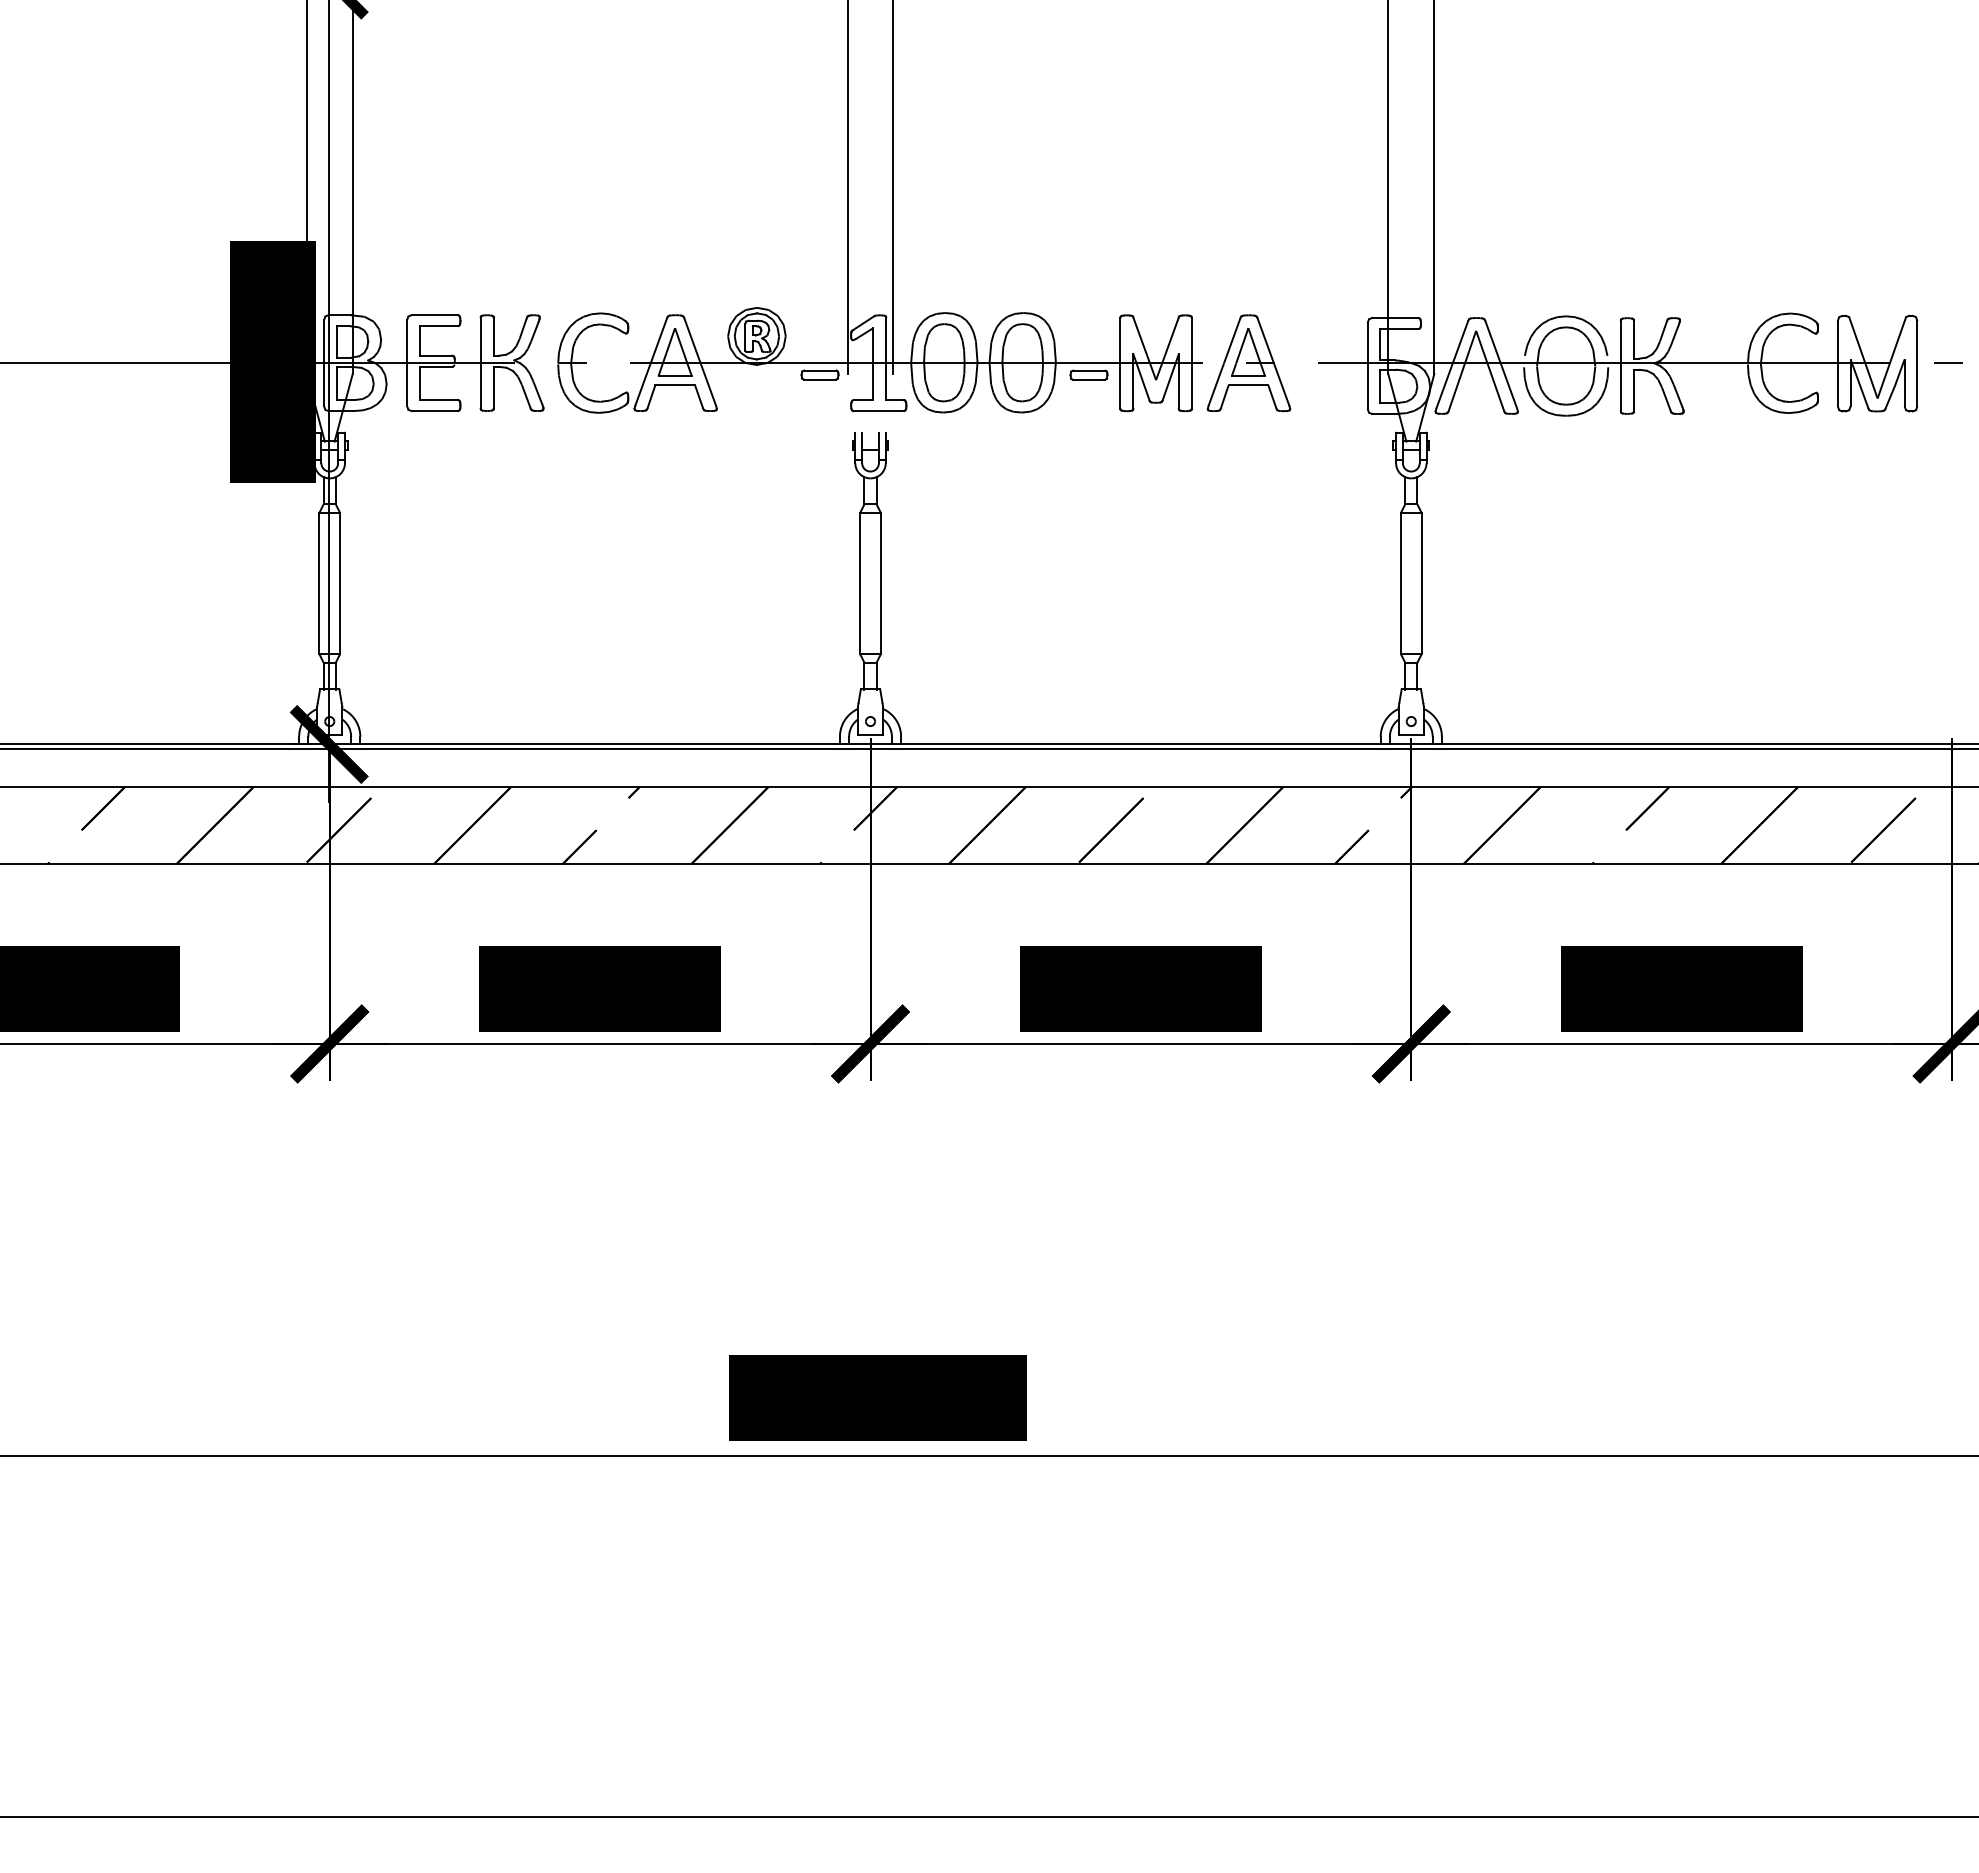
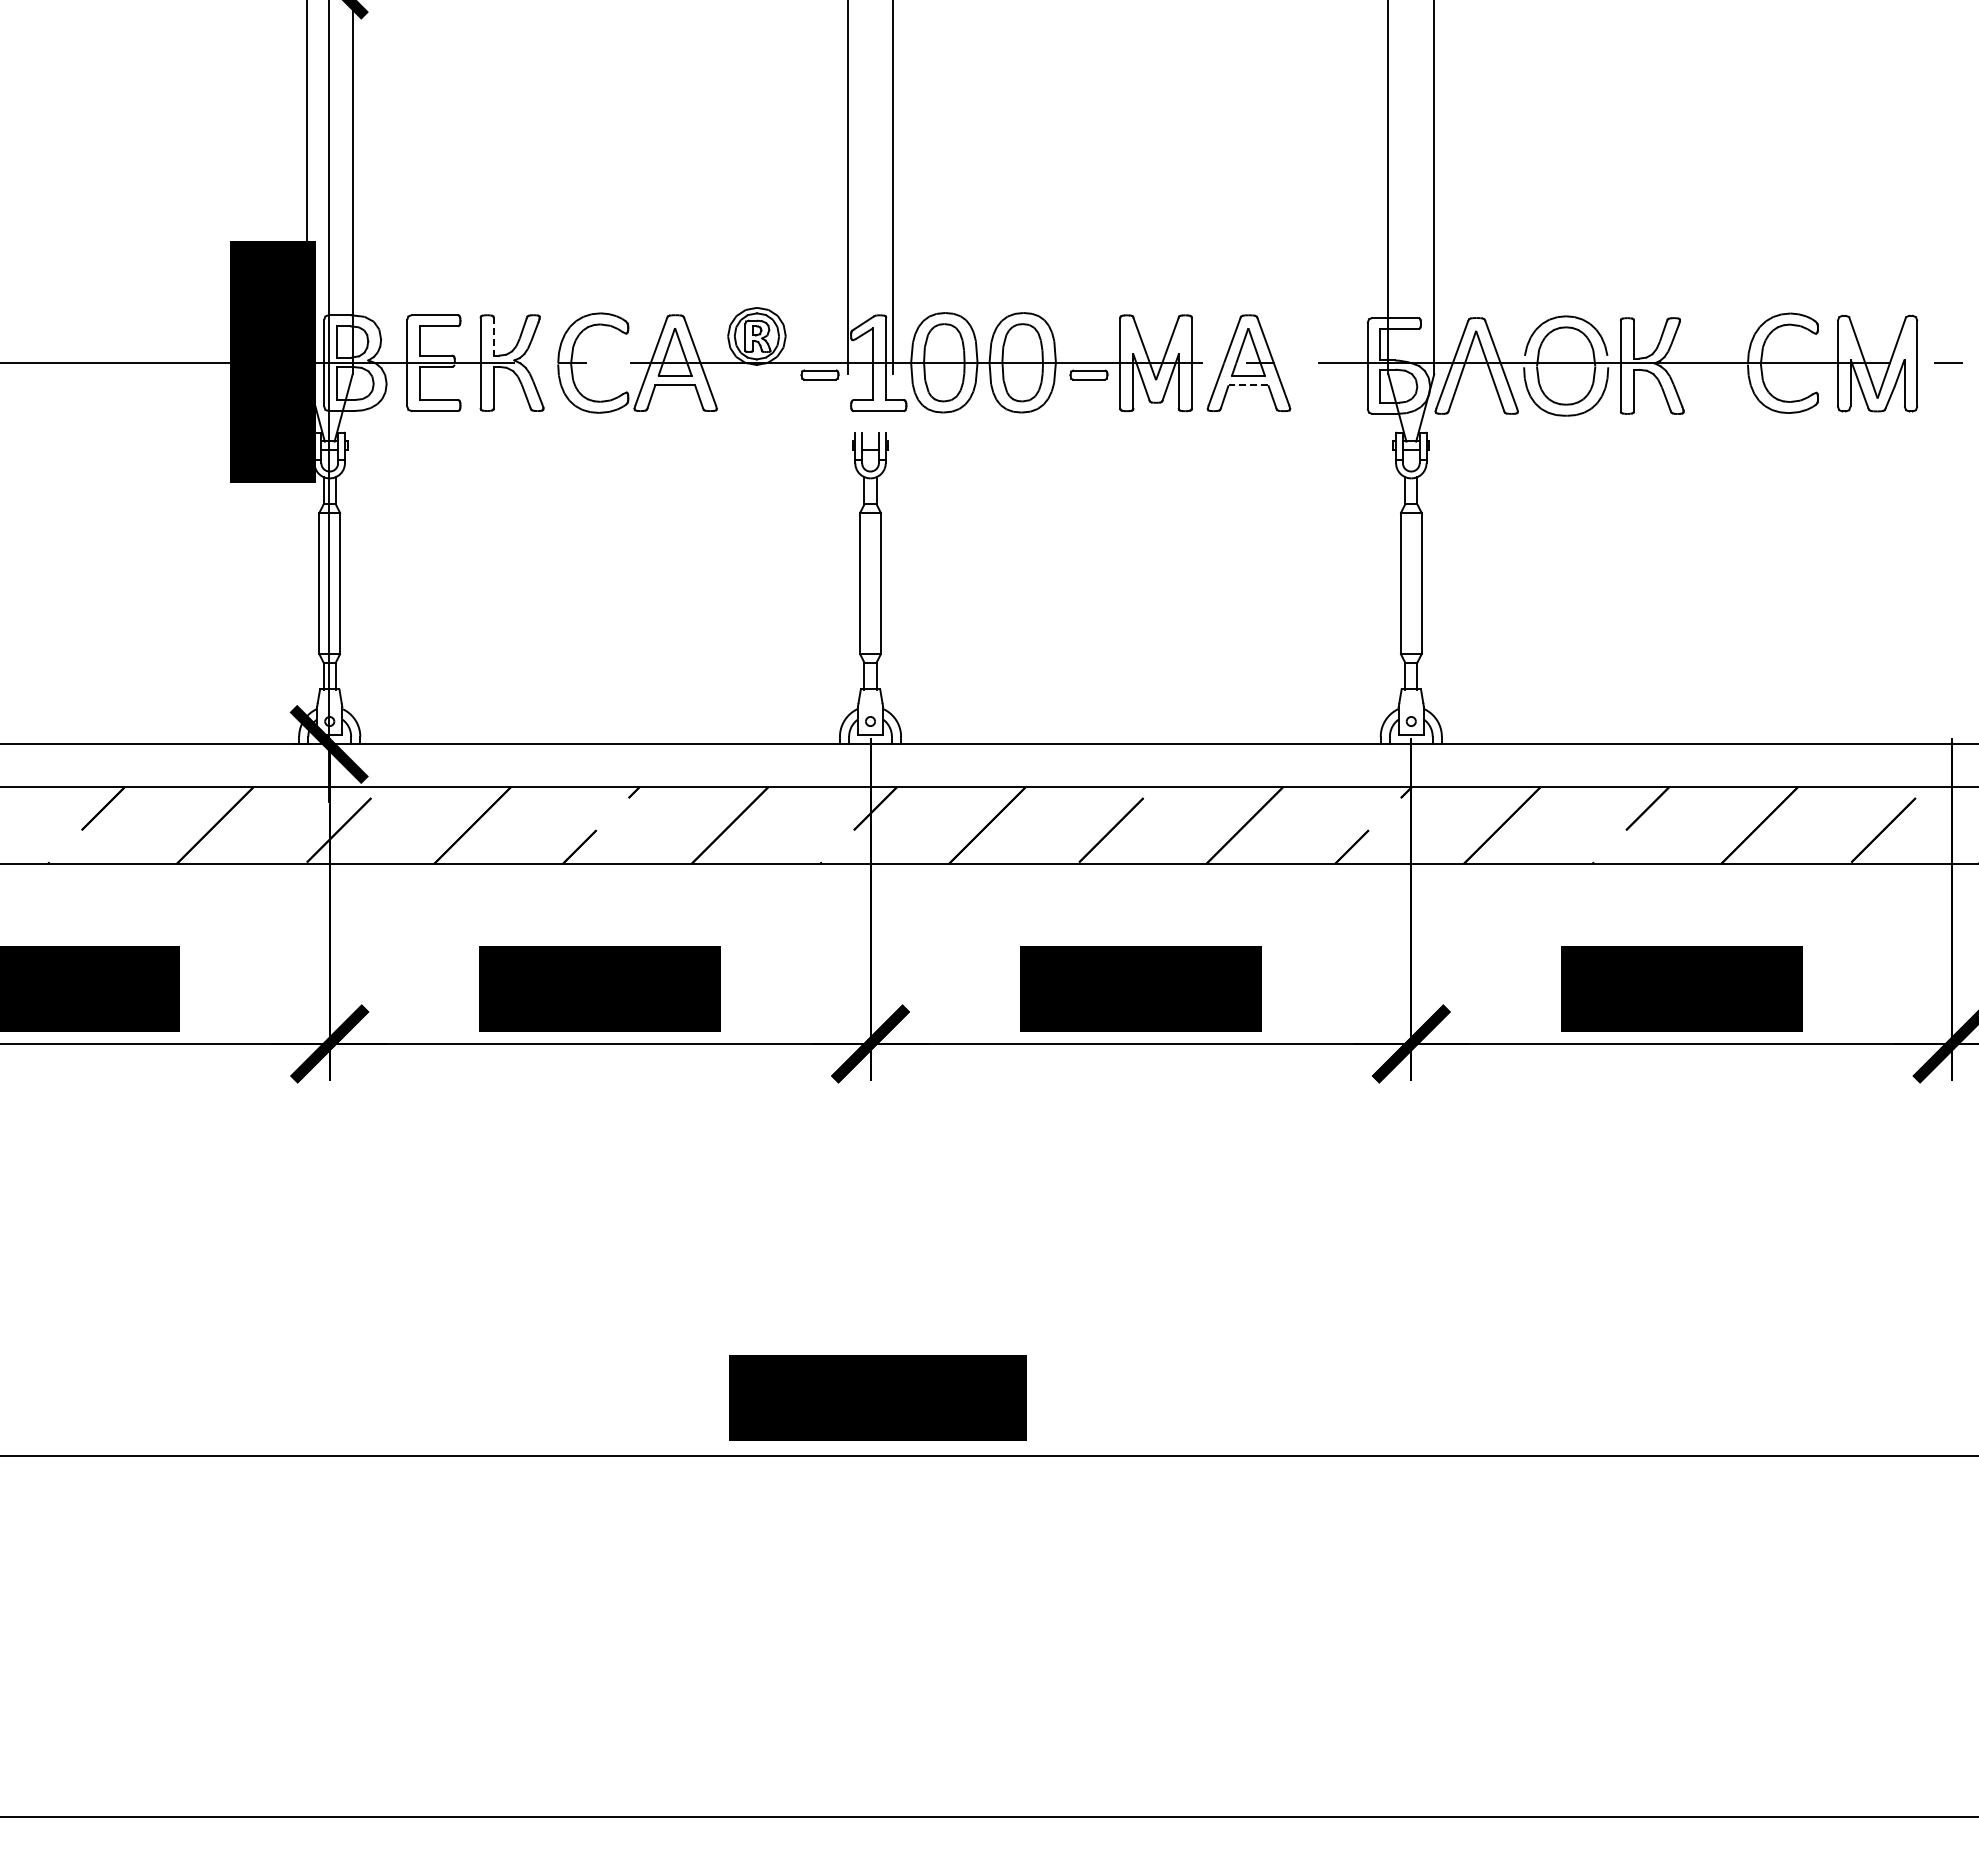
line at (493, 337): solid -> dashed
line at (1248, 385): solid -> dashed
line at (988, 749): present -> none
